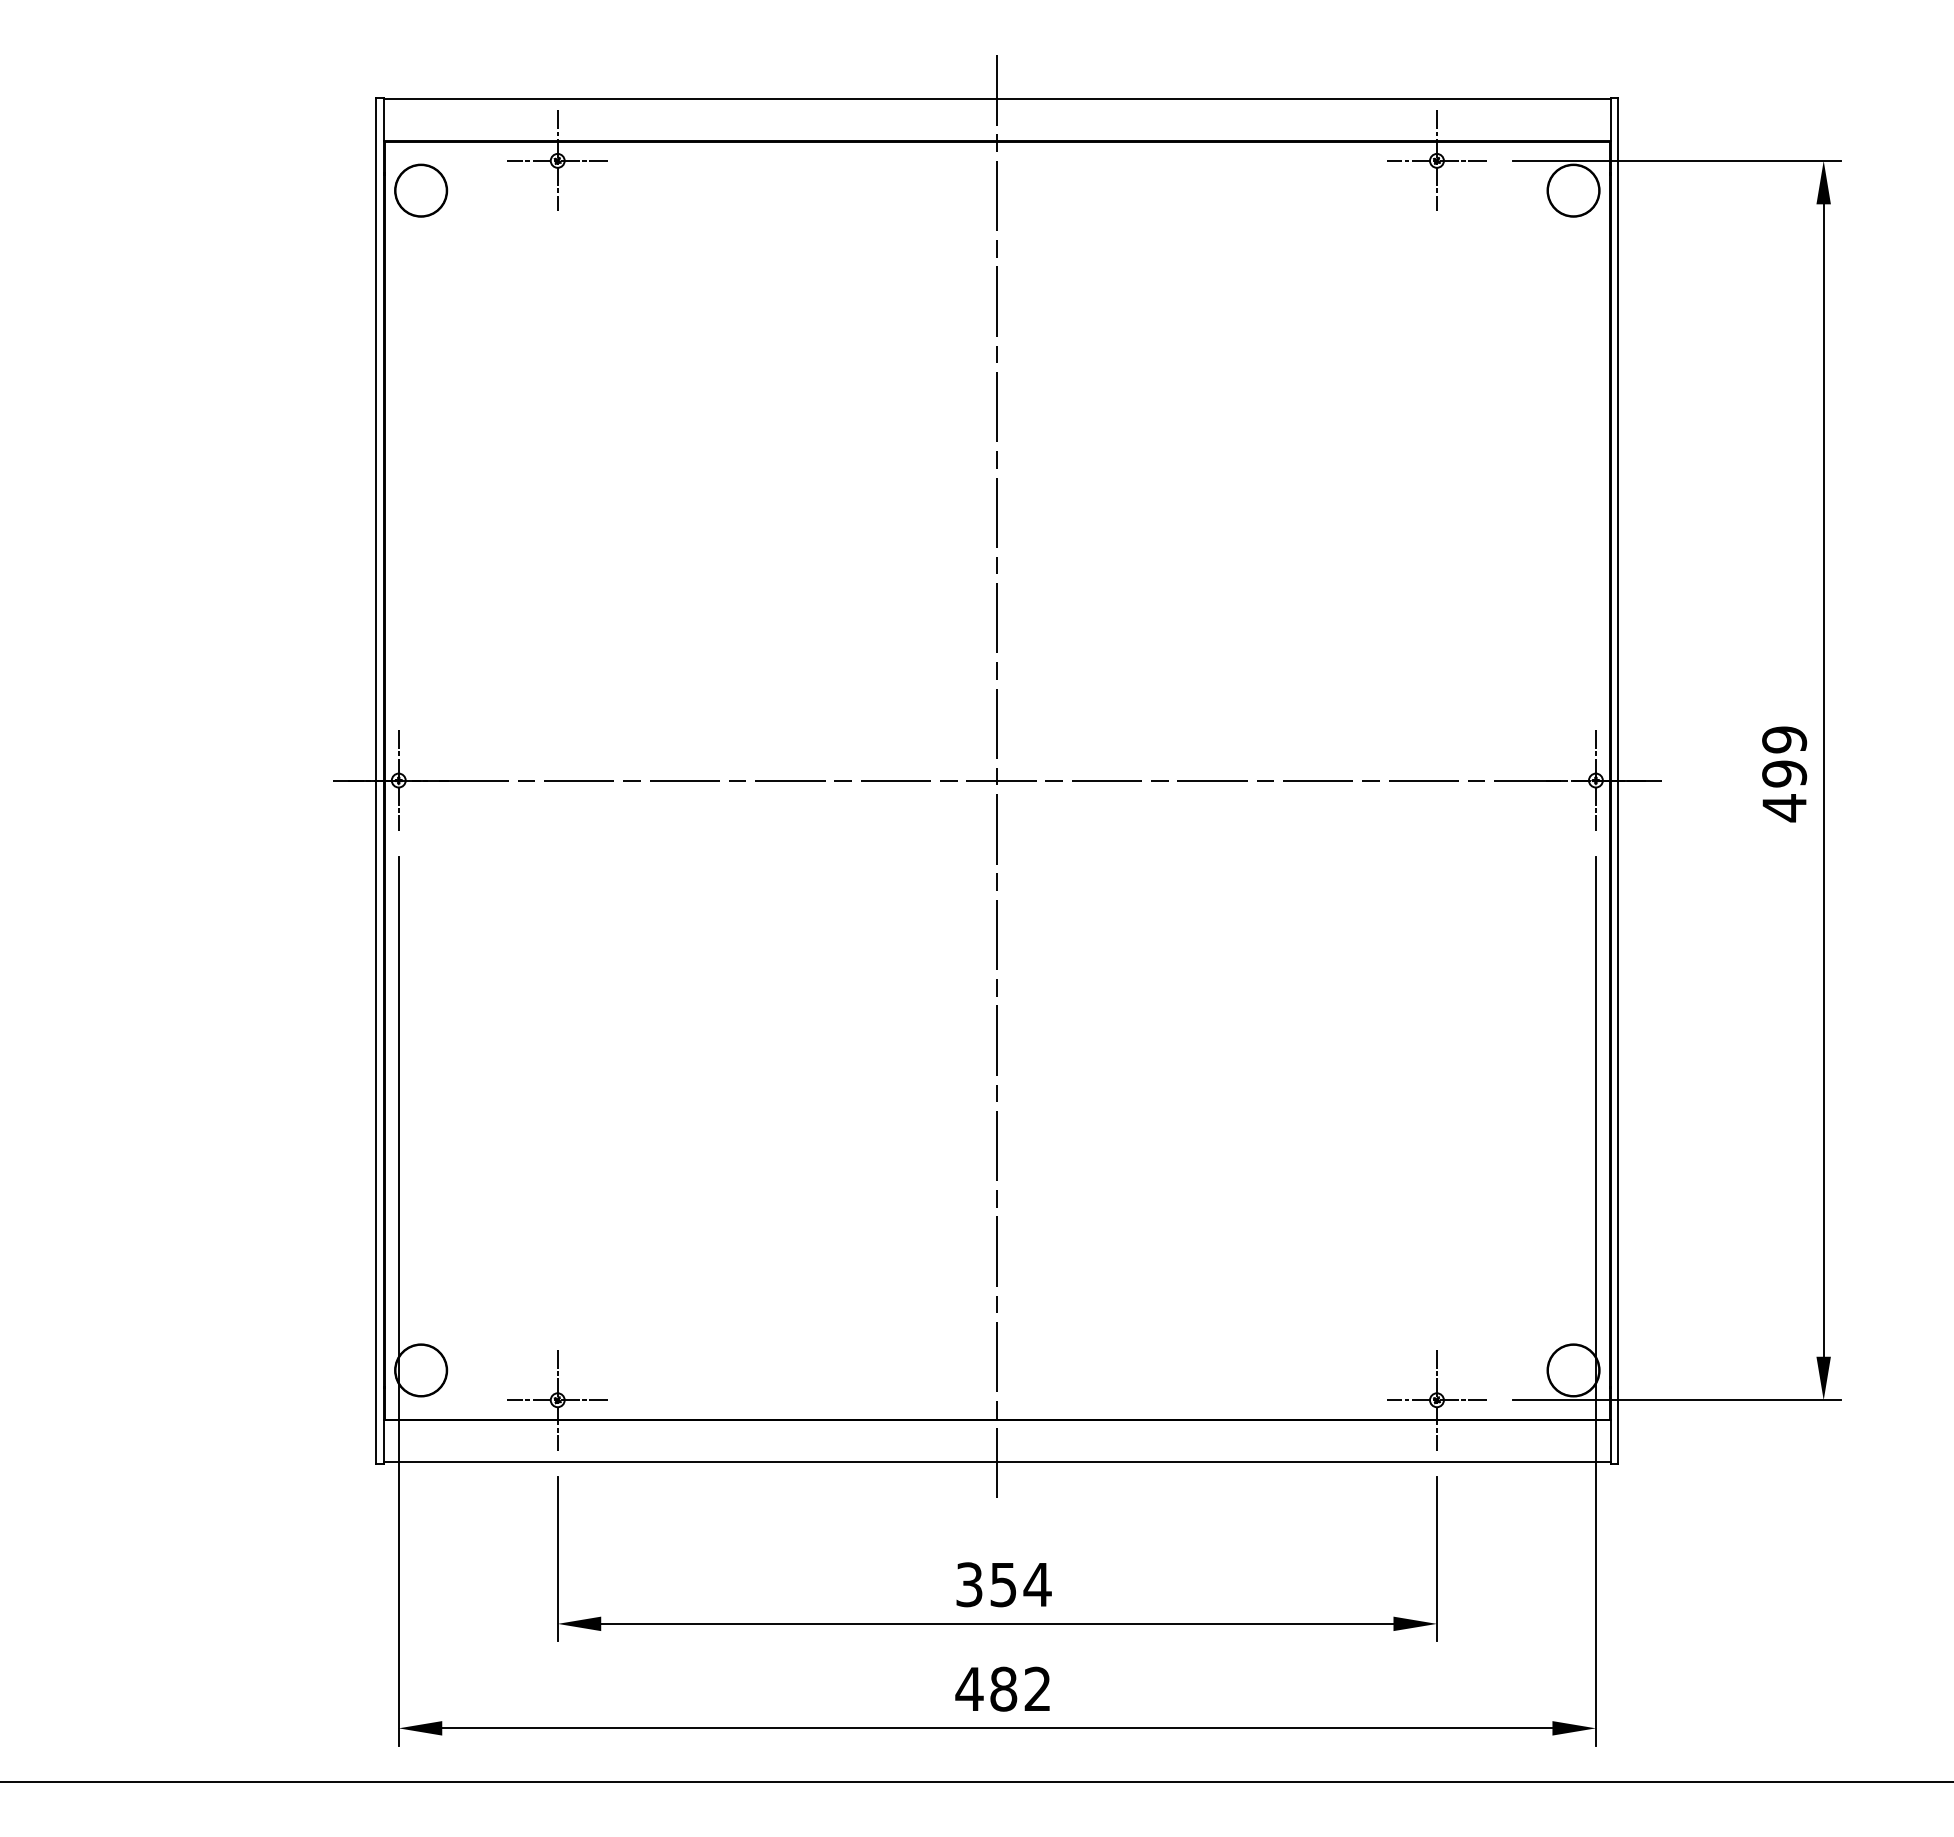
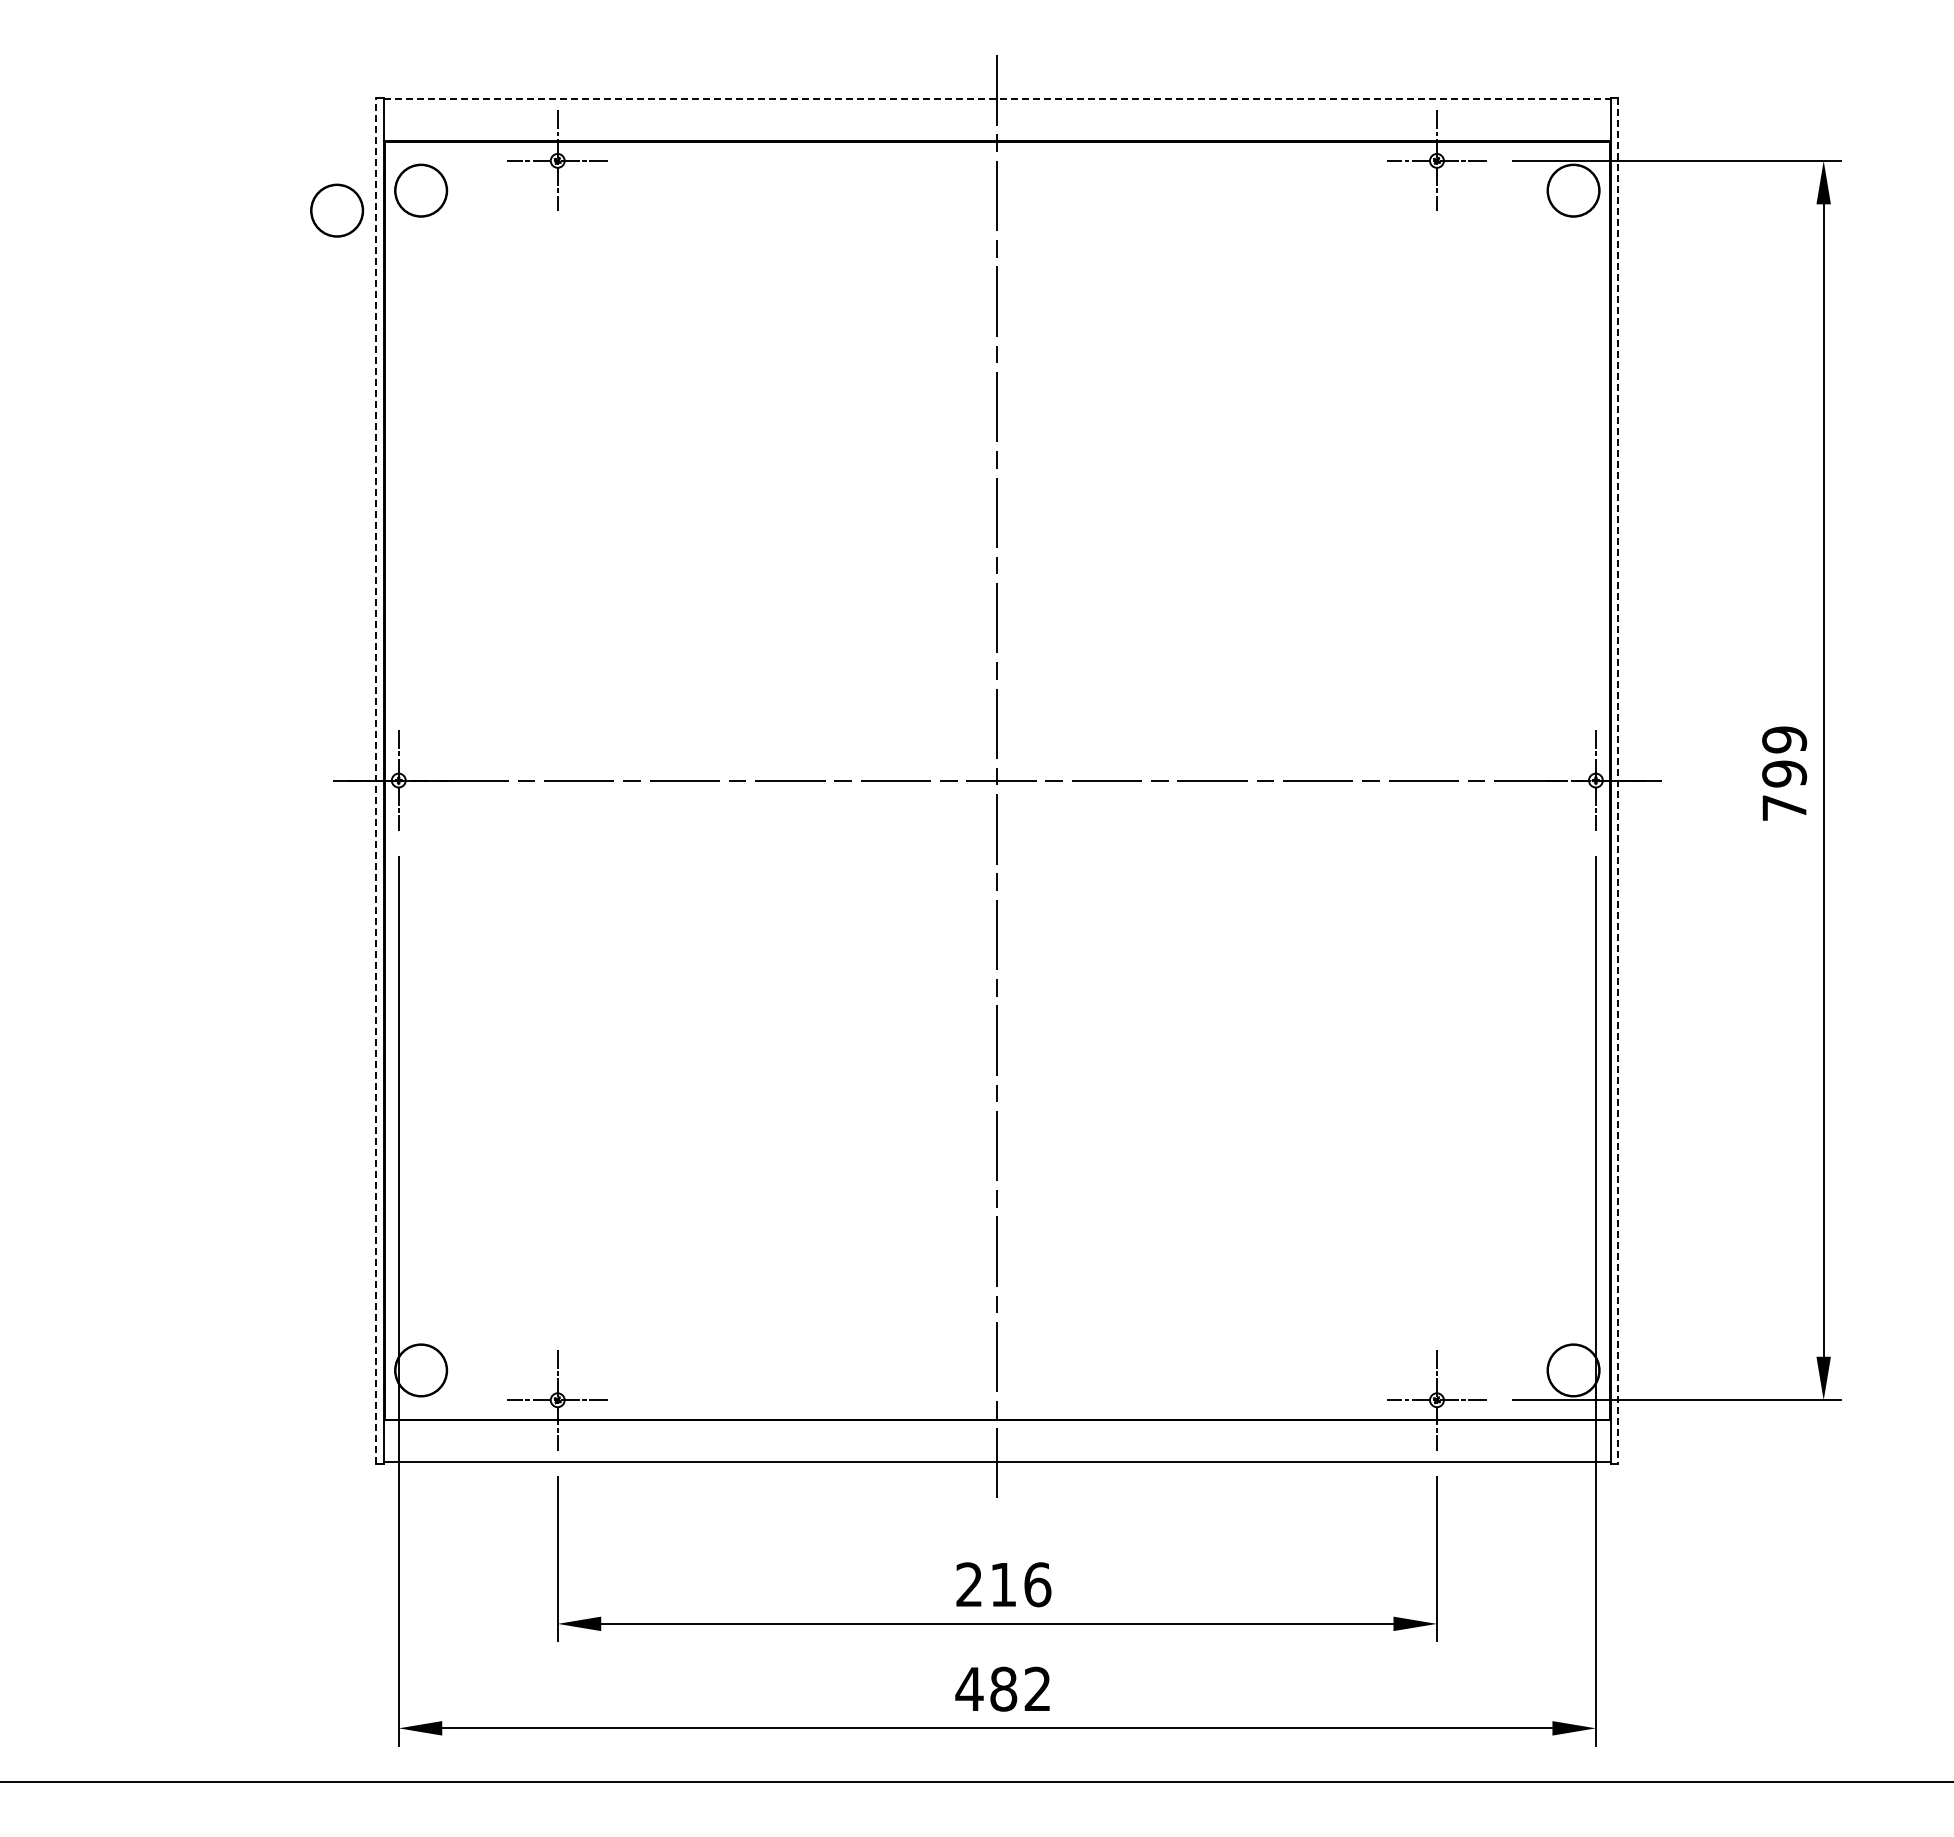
line at (997, 98): solid -> dashed
circle at (337, 210): none -> present
line at (376, 780): solid -> dashed
line at (1618, 781): solid -> dashed
text at (1784, 808): 499 -> 799
text at (1003, 1584): 354 -> 216
